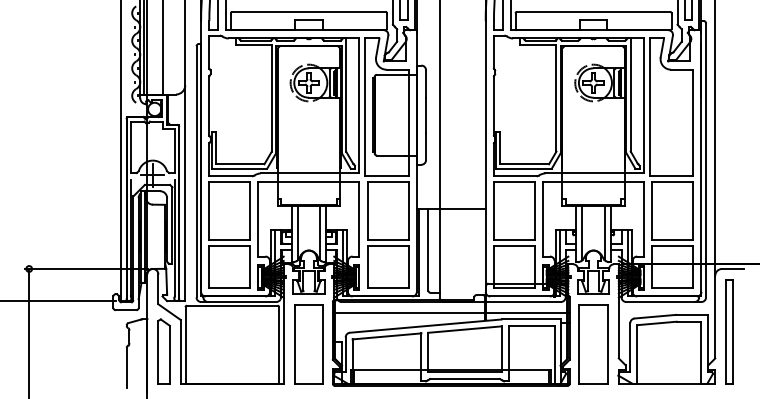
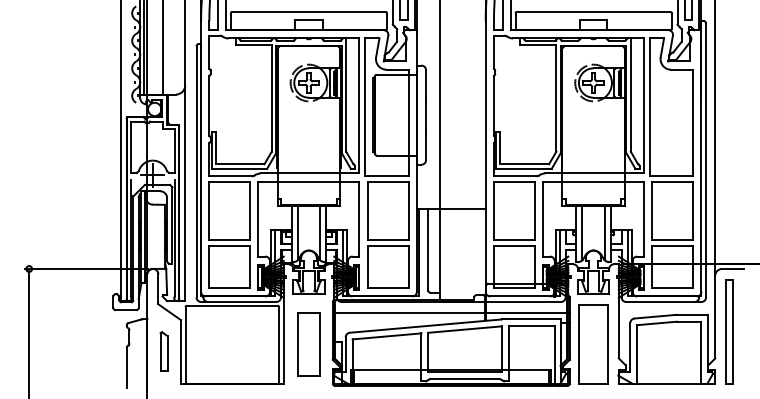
line at (59, 301): present -> none
part at (308, 344) size: 30x81 px -> 24x65 px
part at (163, 351) size: 14x67 px -> 10x41 px
